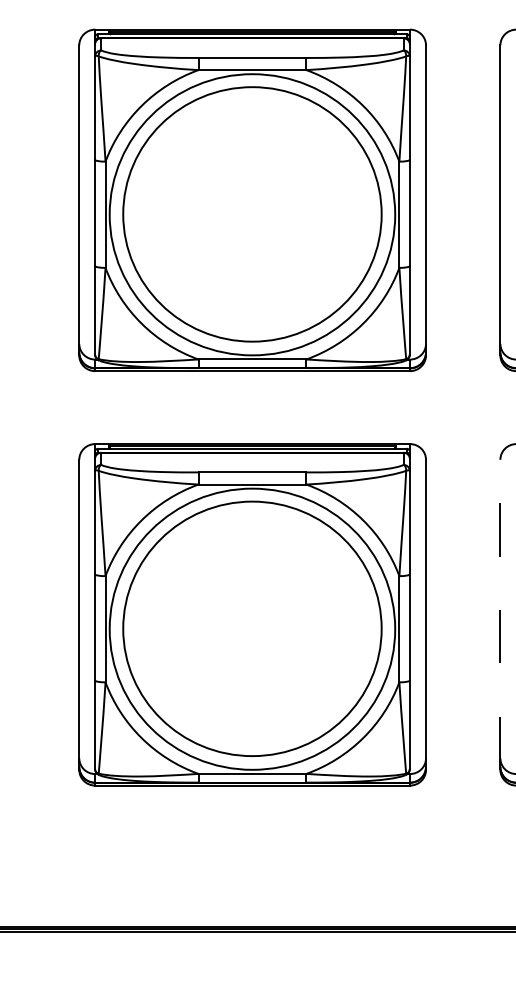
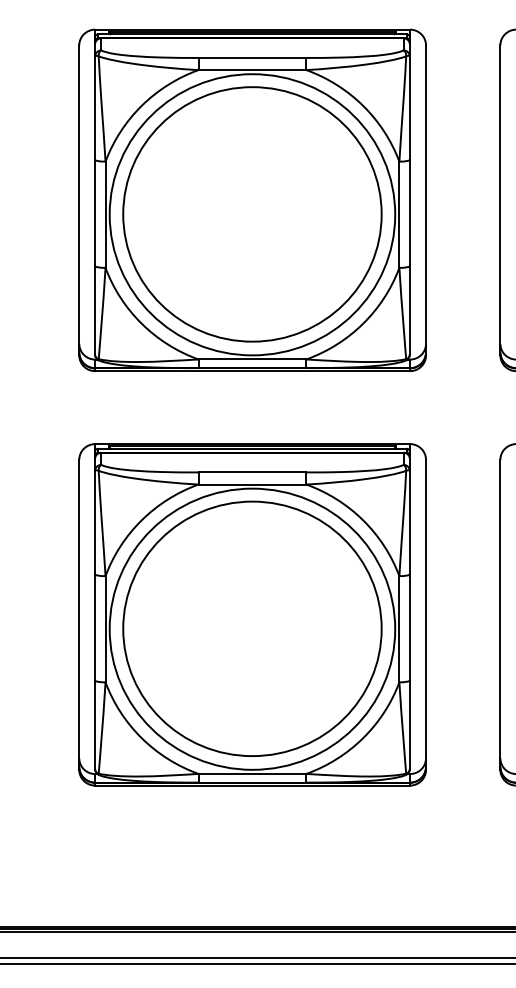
line at (500, 614): dashed -> solid
line at (257, 958): none -> present
line at (257, 964): none -> present
